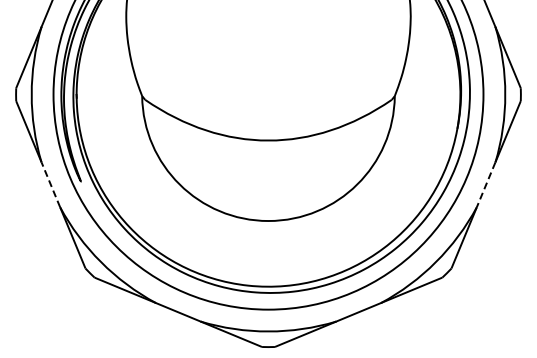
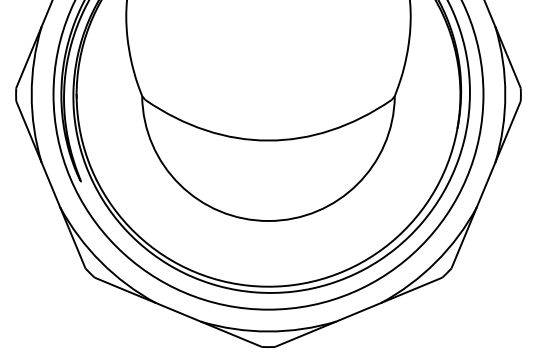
line at (50, 184): dashed -> solid
line at (485, 185): dashed -> solid
